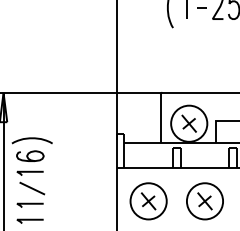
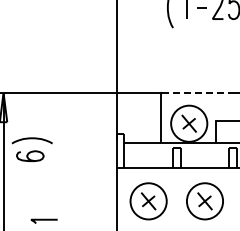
line at (198, 92): solid -> dashed
part at (30, 188): present -> none
line at (29, 220) position: (29, 220) -> (43, 220)
